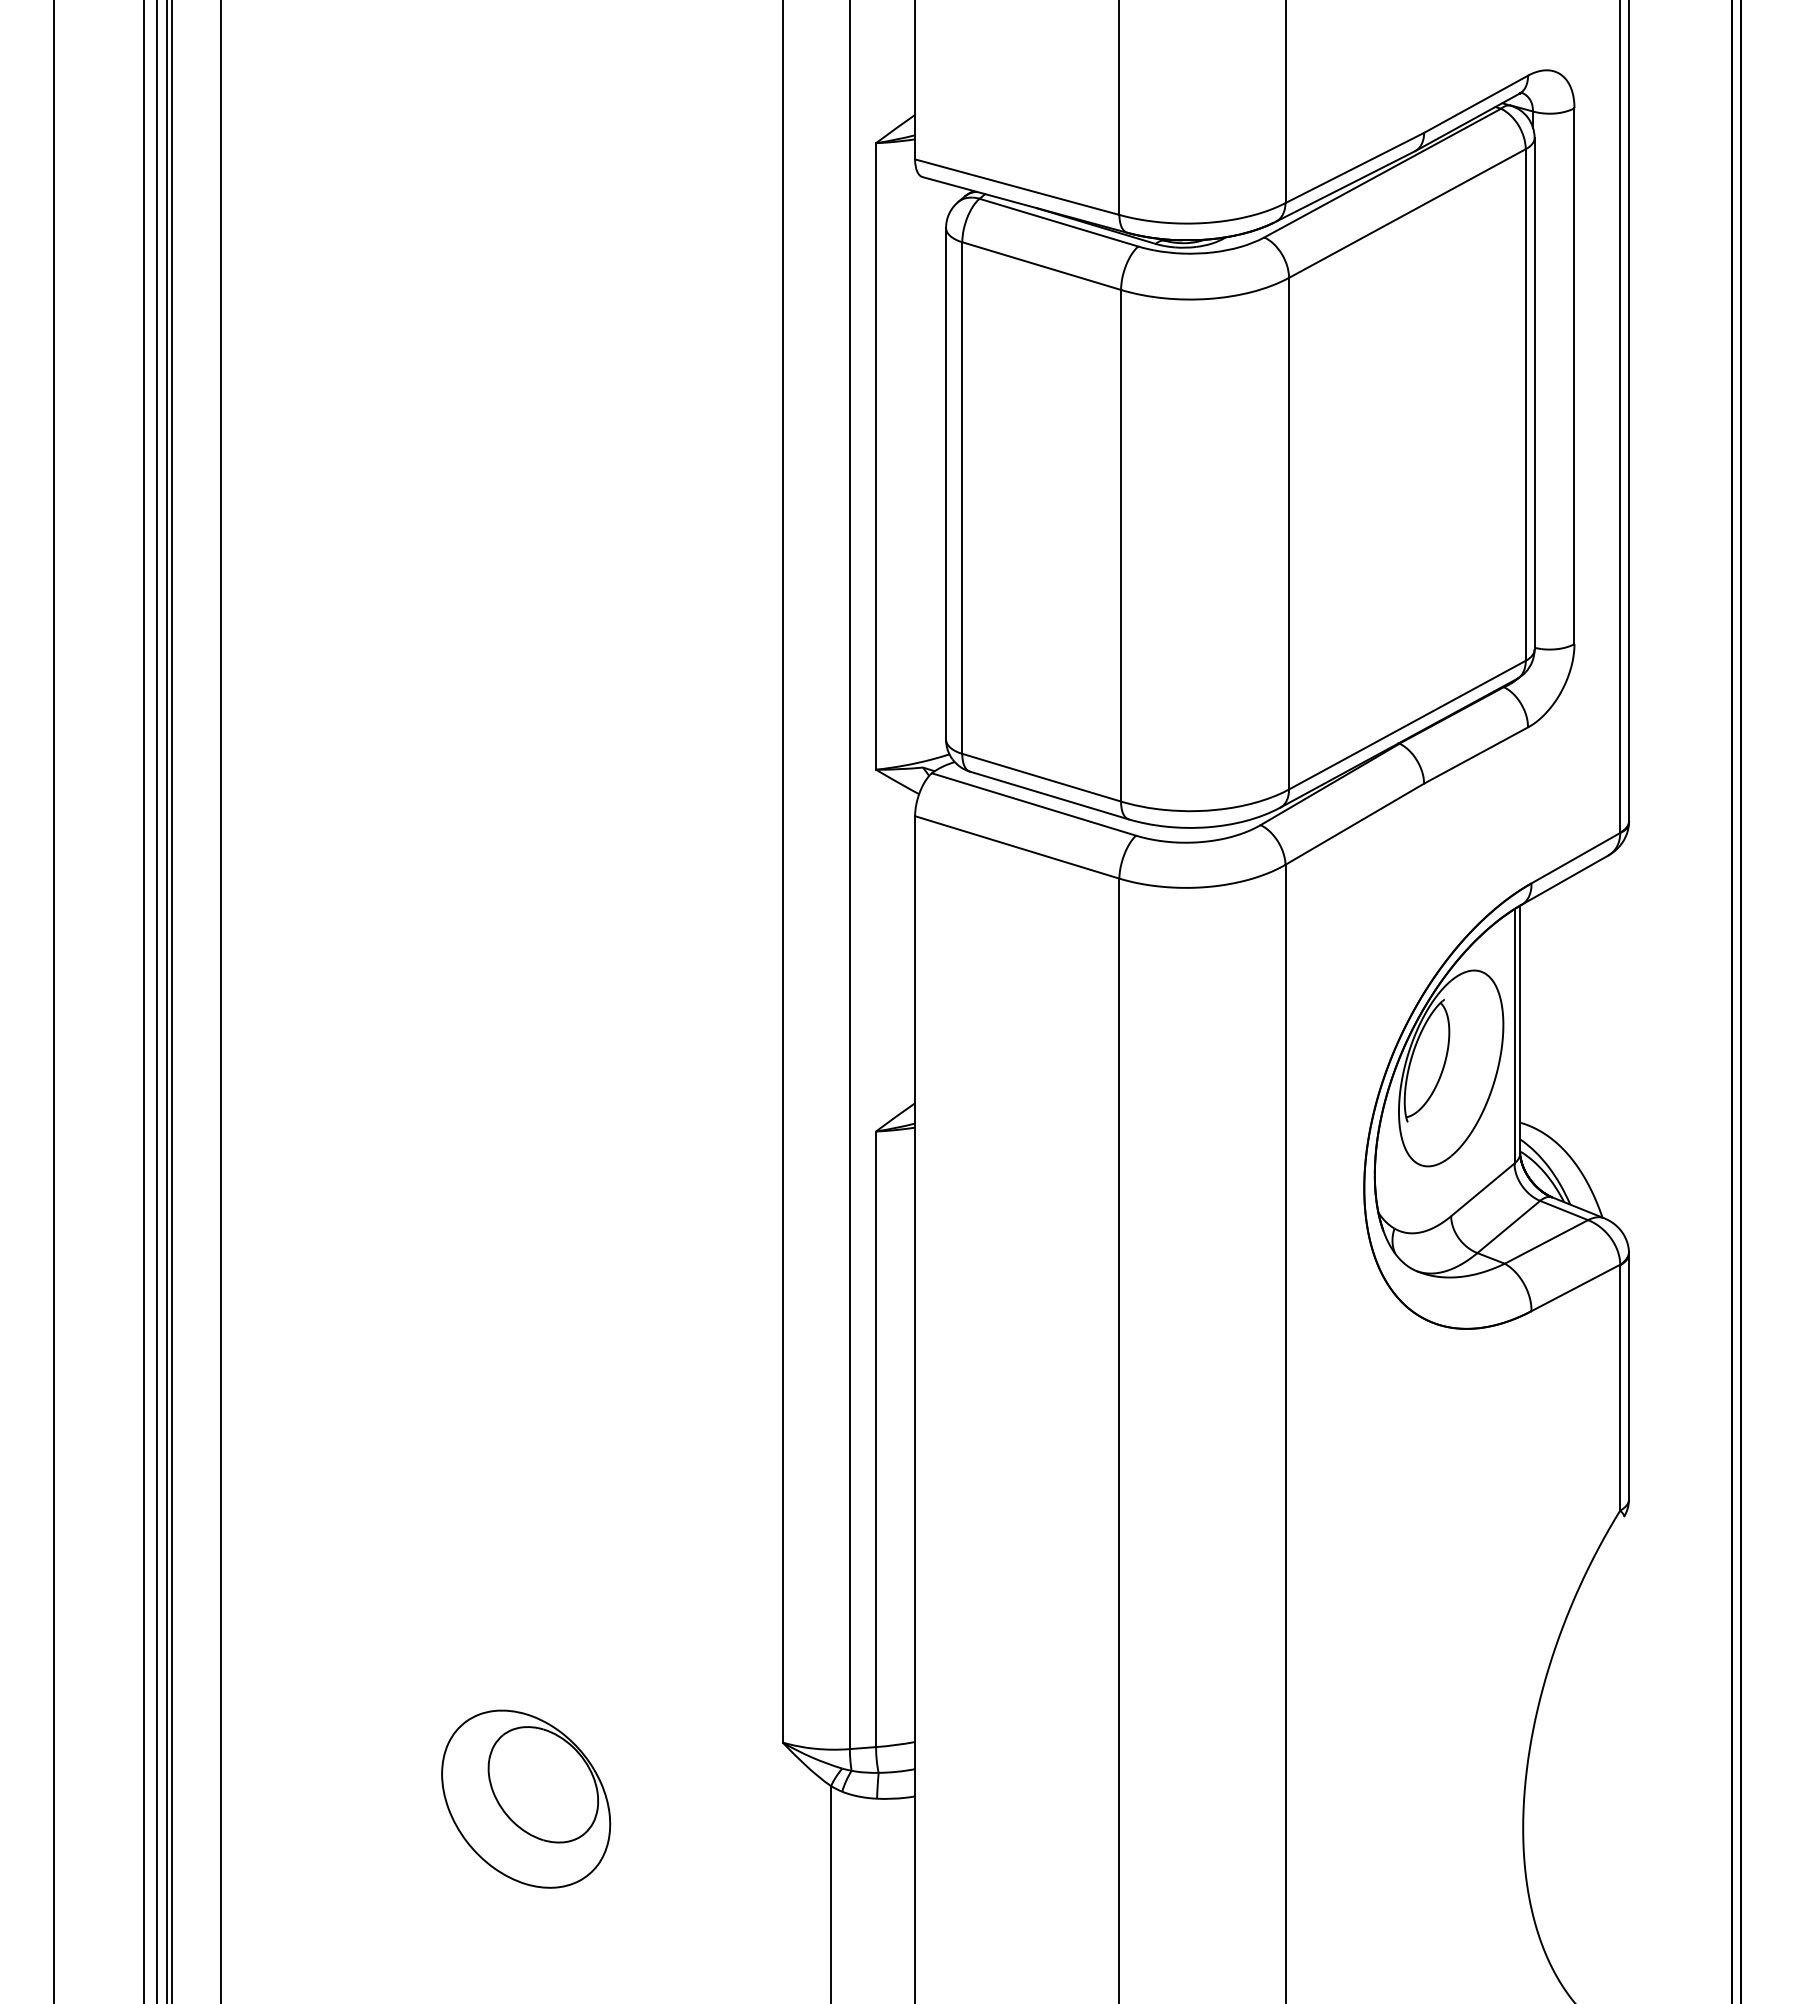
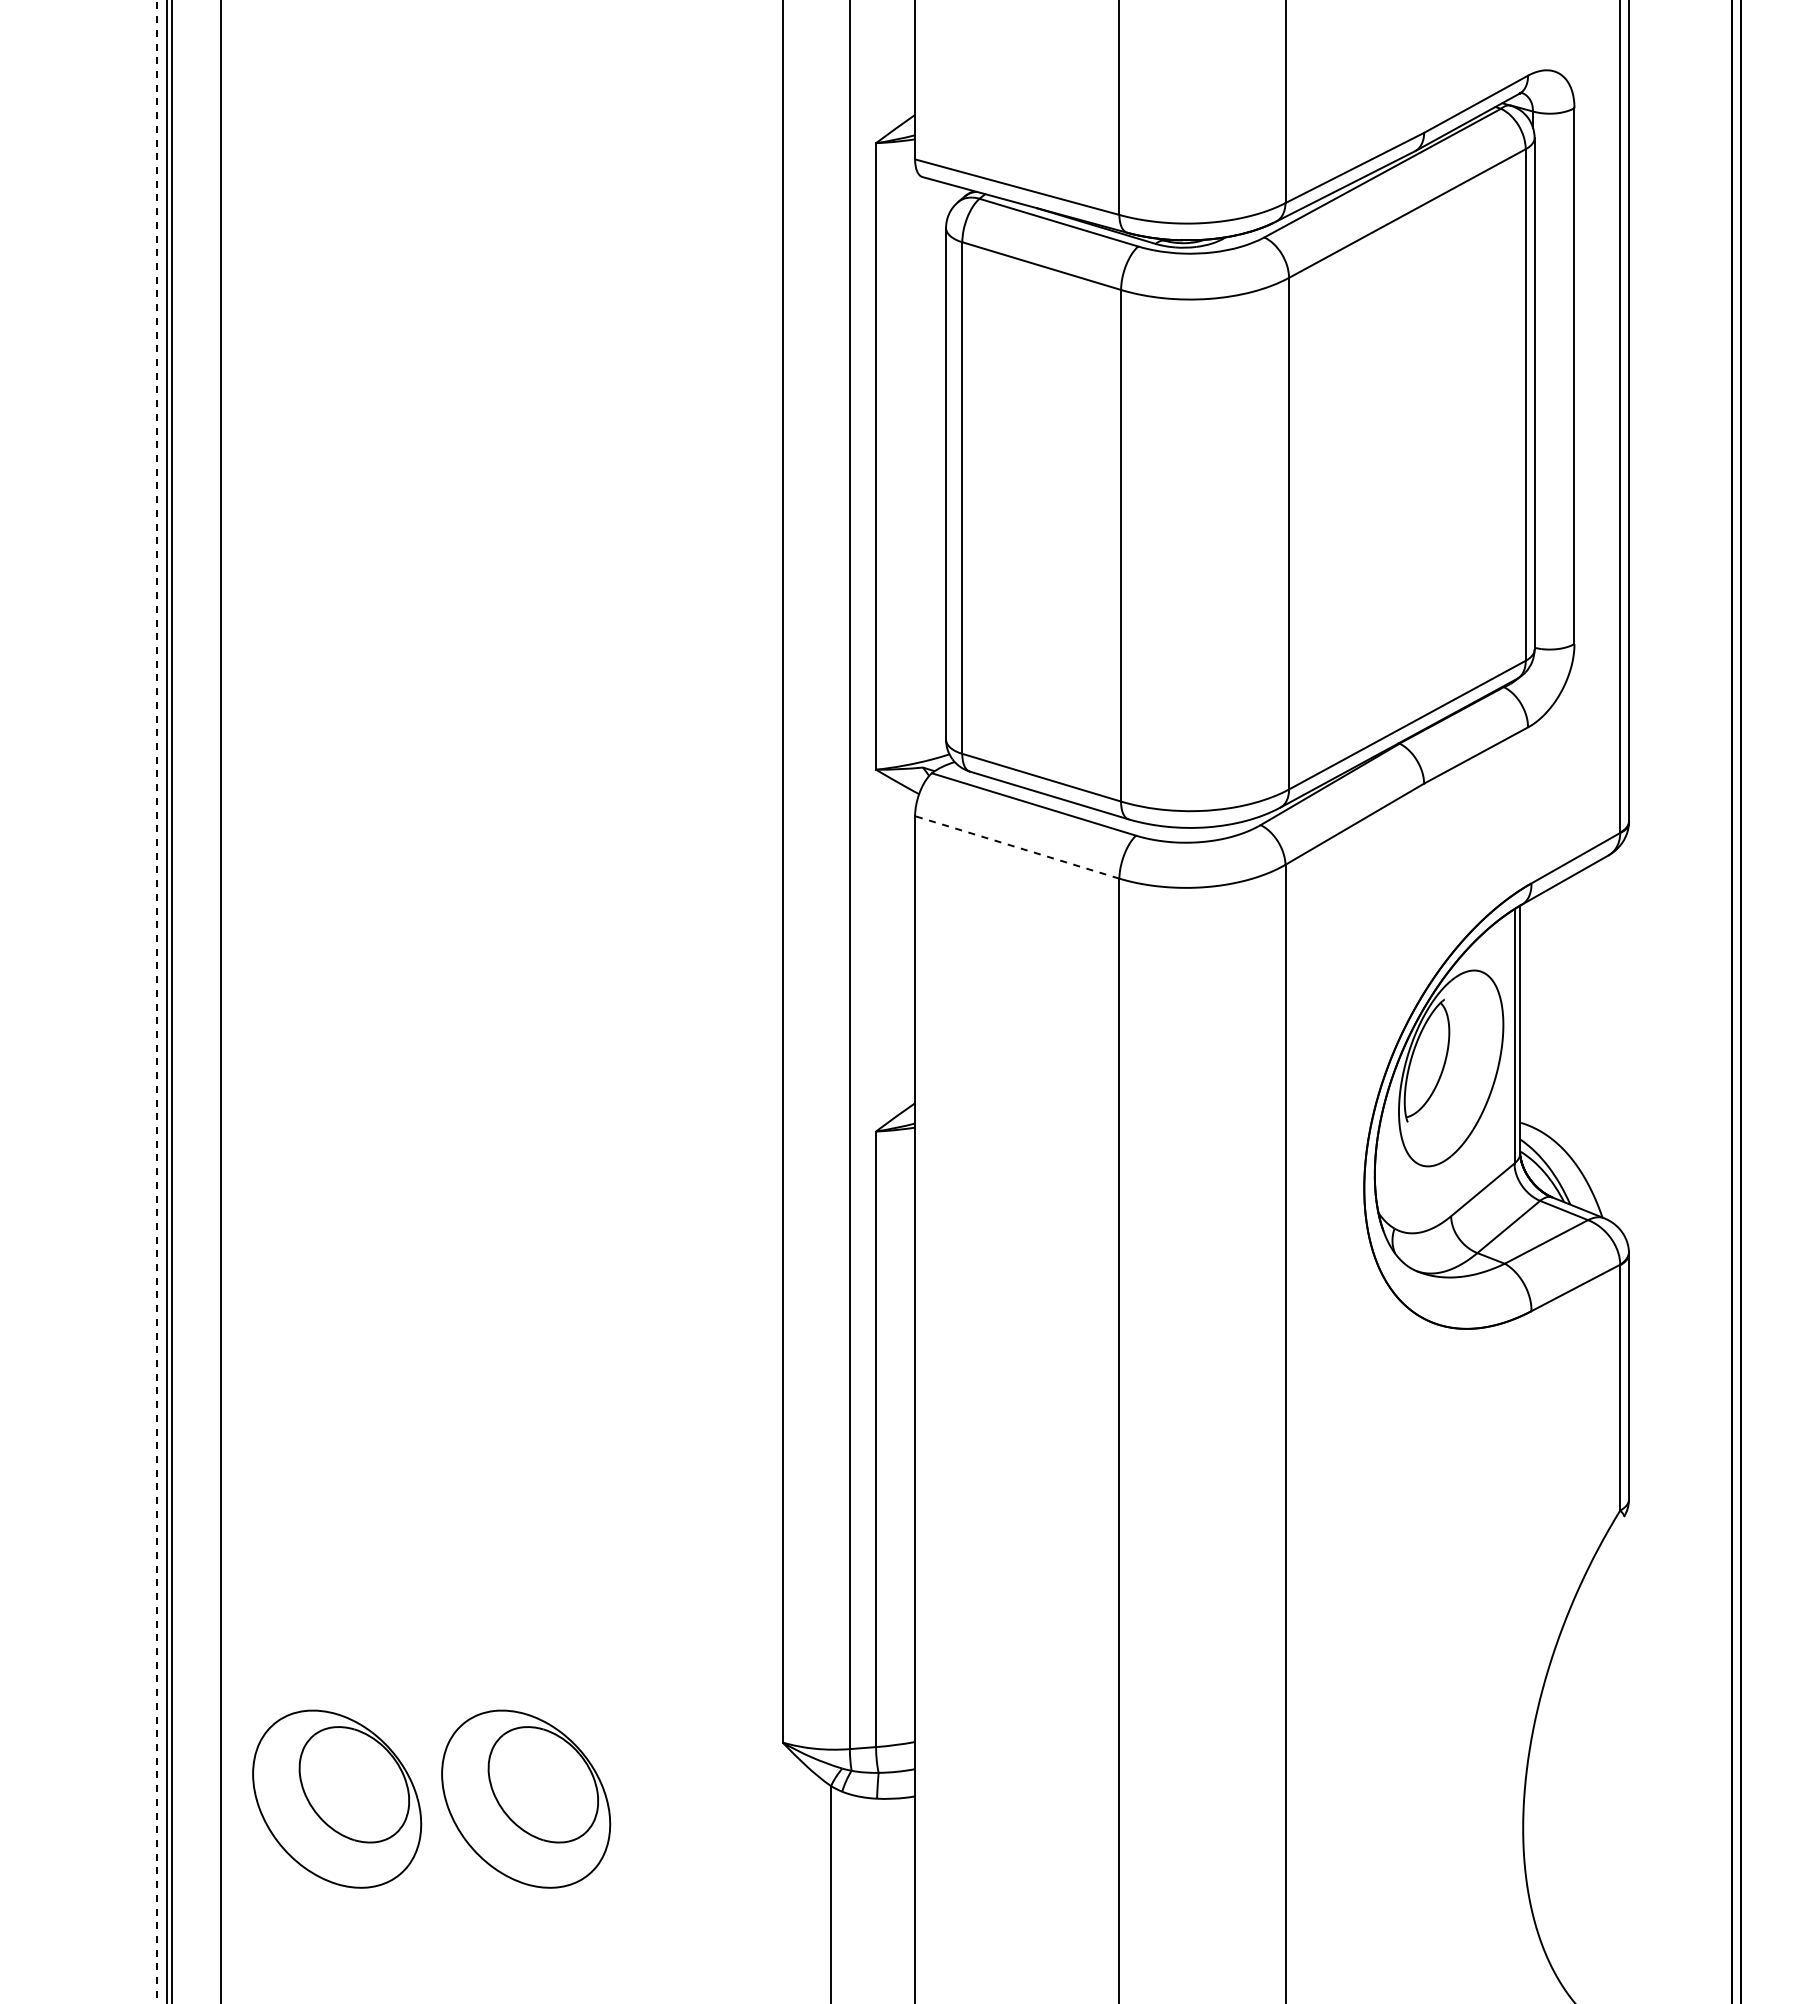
line at (1017, 847): solid -> dashed
line at (53, 1001): present -> none
line at (144, 1001): present -> none
line at (157, 1002): solid -> dashed
part at (337, 1798): none -> present
